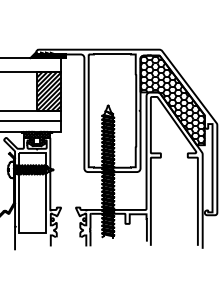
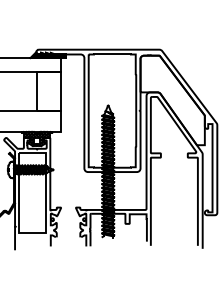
hatch at (49, 91): present -> none
hatch at (172, 100): present -> none
line at (31, 121): present -> none
